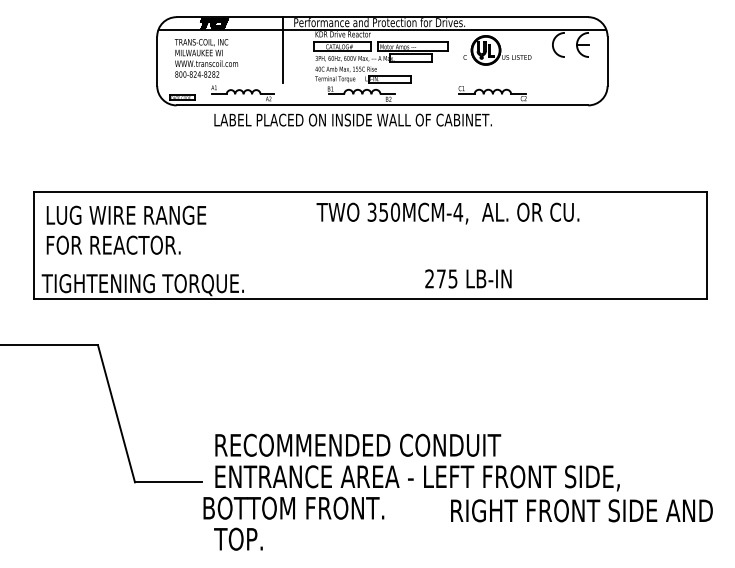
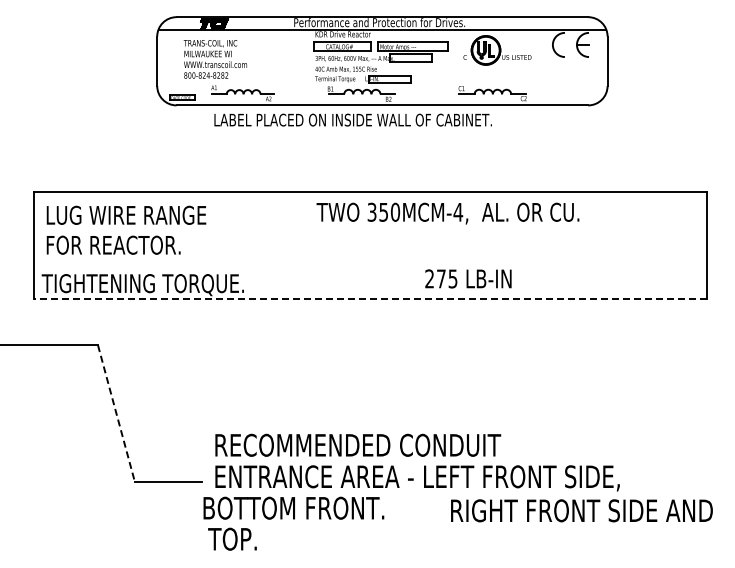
line at (283, 50): present -> none
text at (205, 58) position: (205, 58) -> (214, 59)
line at (370, 299): solid -> dashed
line at (116, 414): solid -> dashed
text at (238, 538) position: (238, 538) -> (232, 538)
